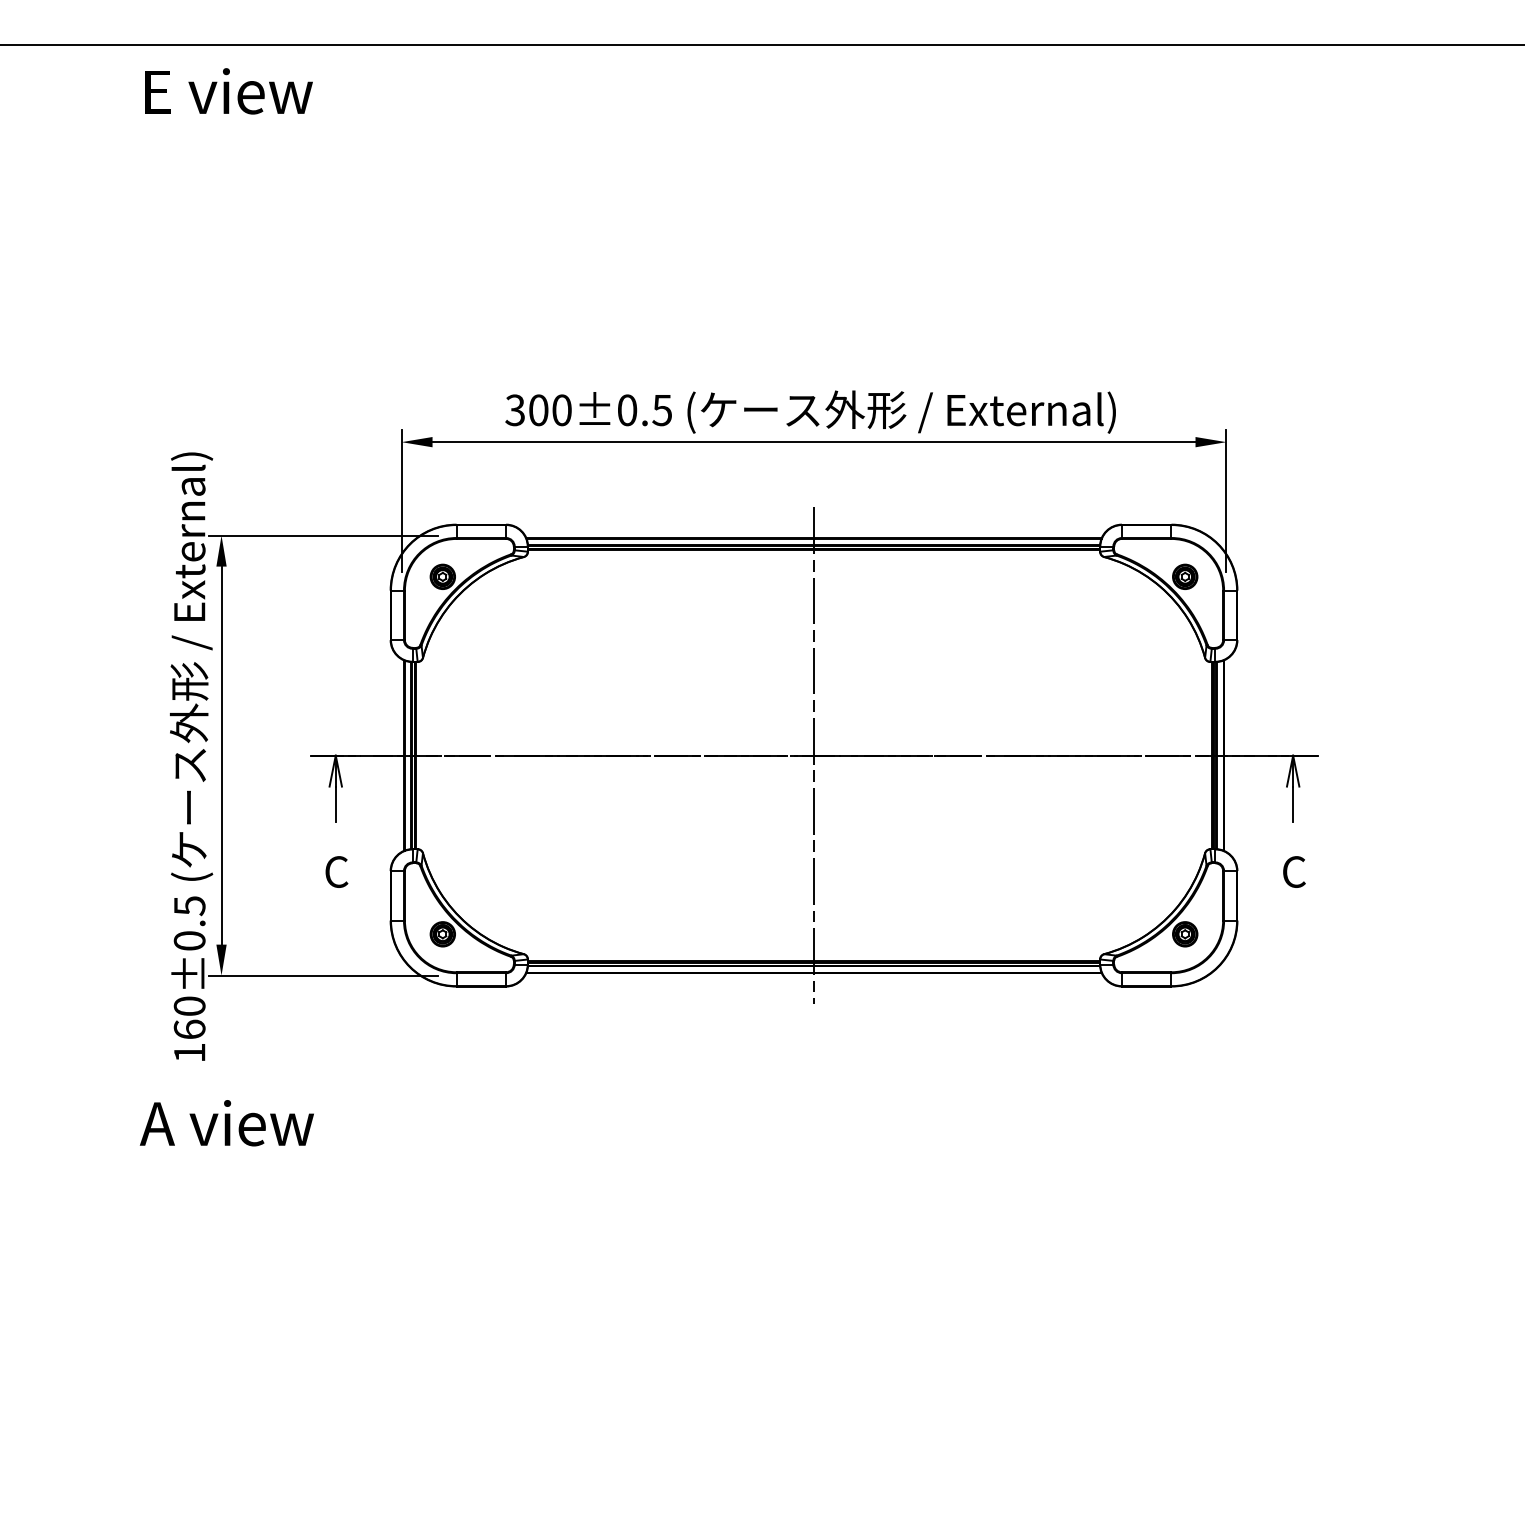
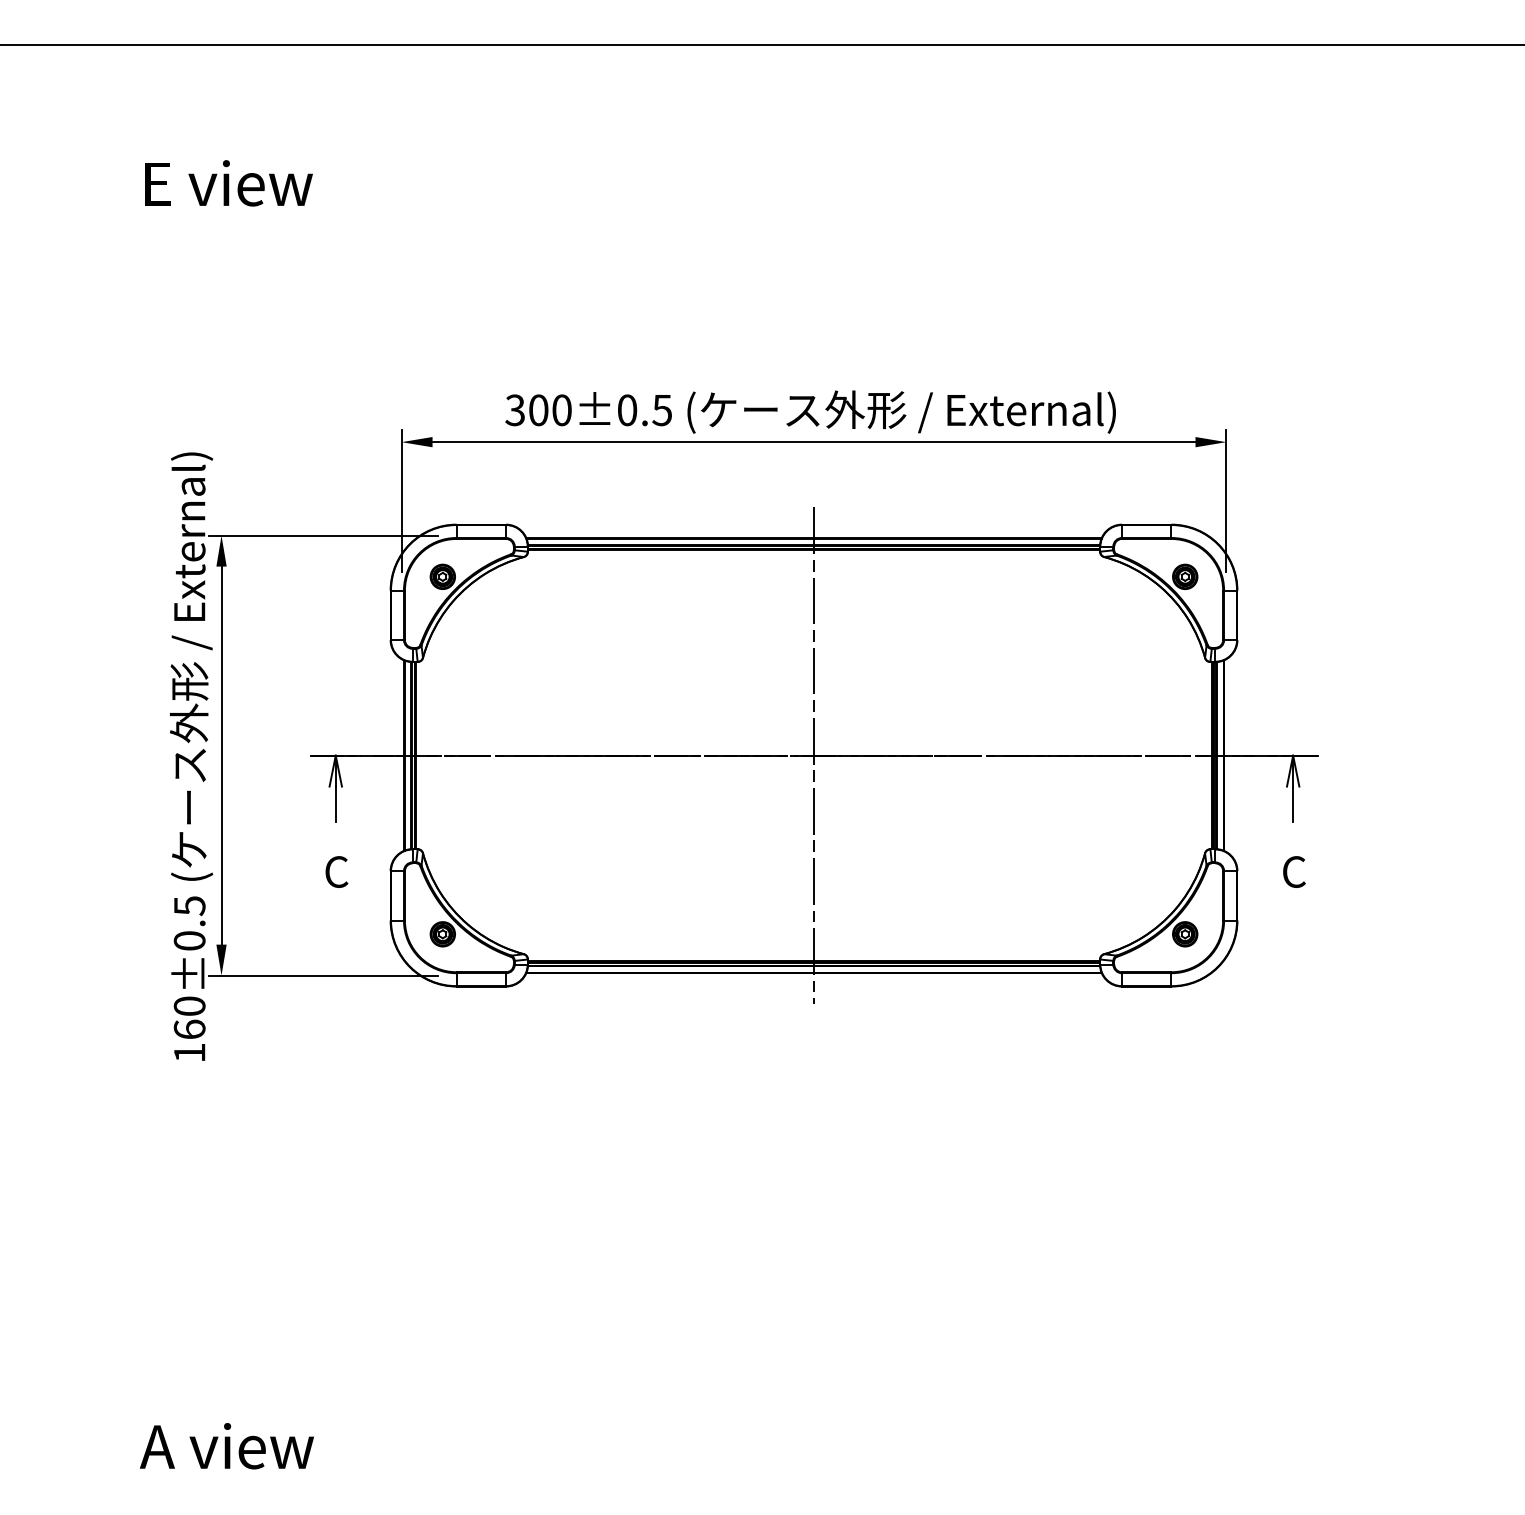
text at (228, 91) position: (228, 91) -> (228, 183)
text at (226, 1123) position: (226, 1123) -> (226, 1446)
